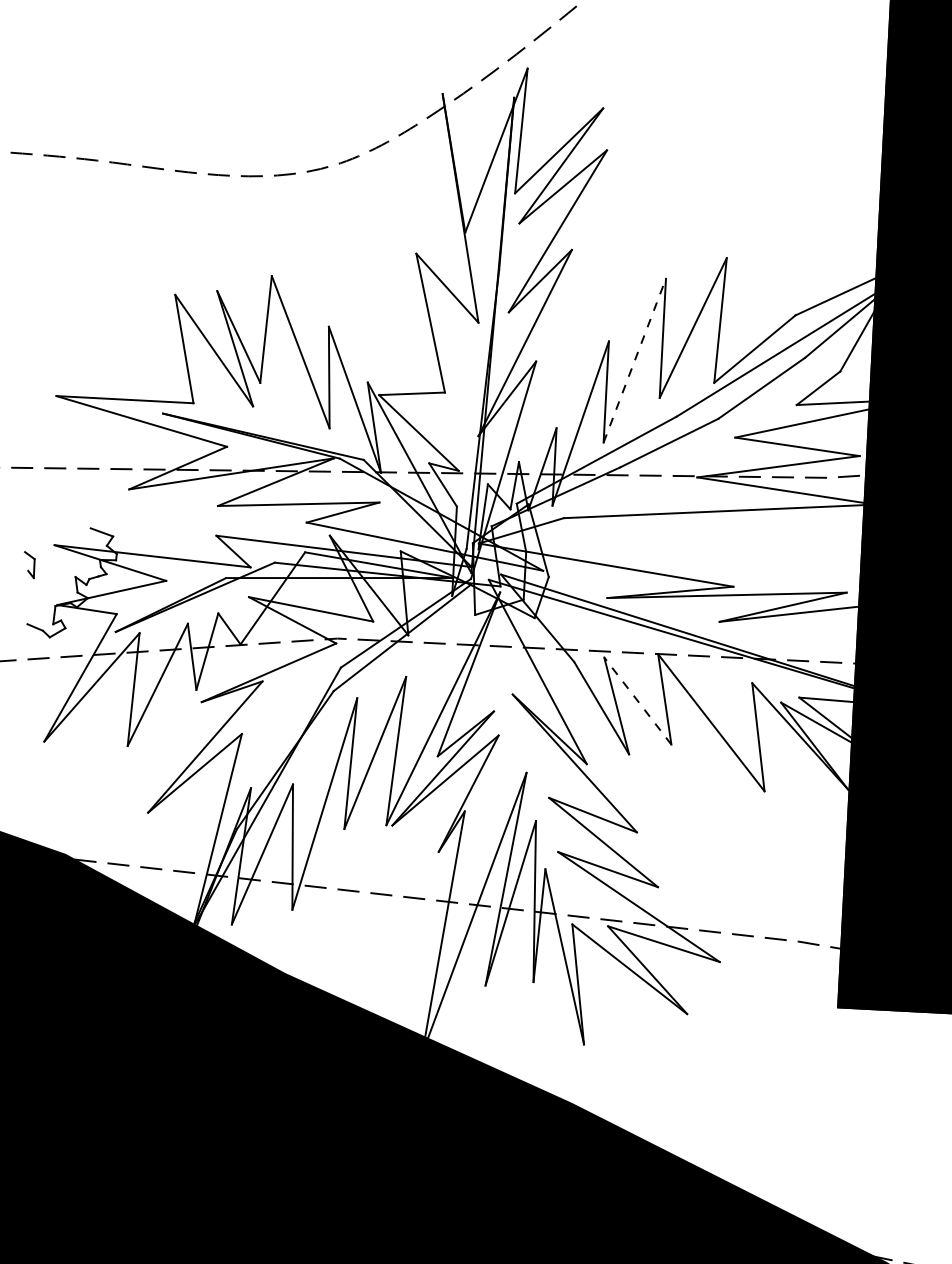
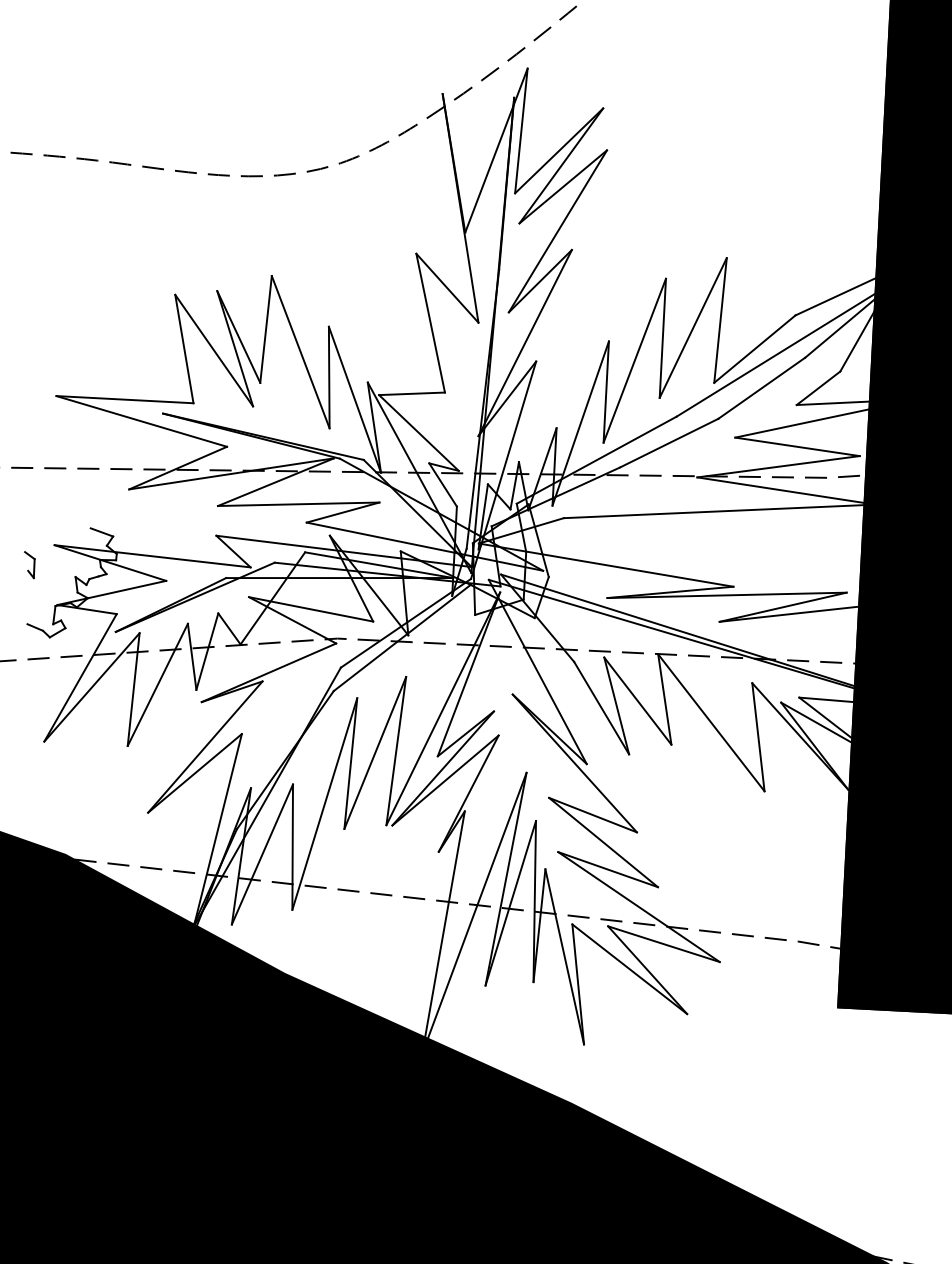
line at (634, 360): dashed -> solid
line at (637, 701): dashed -> solid
